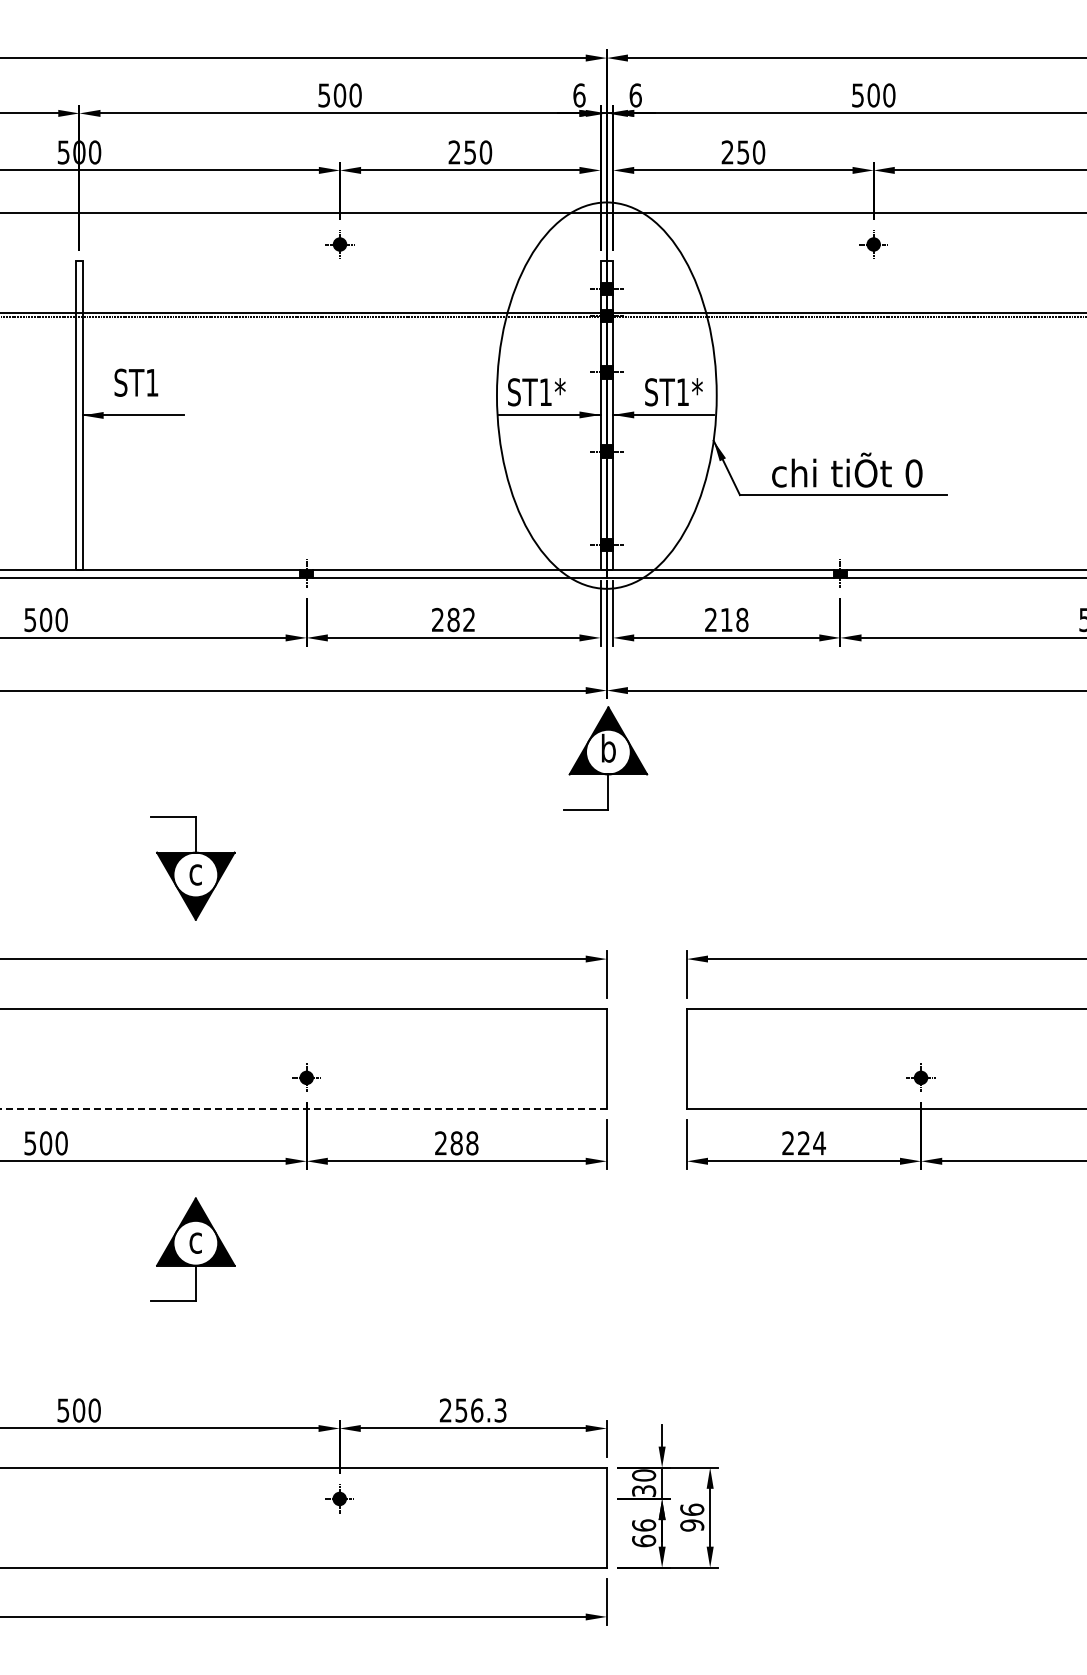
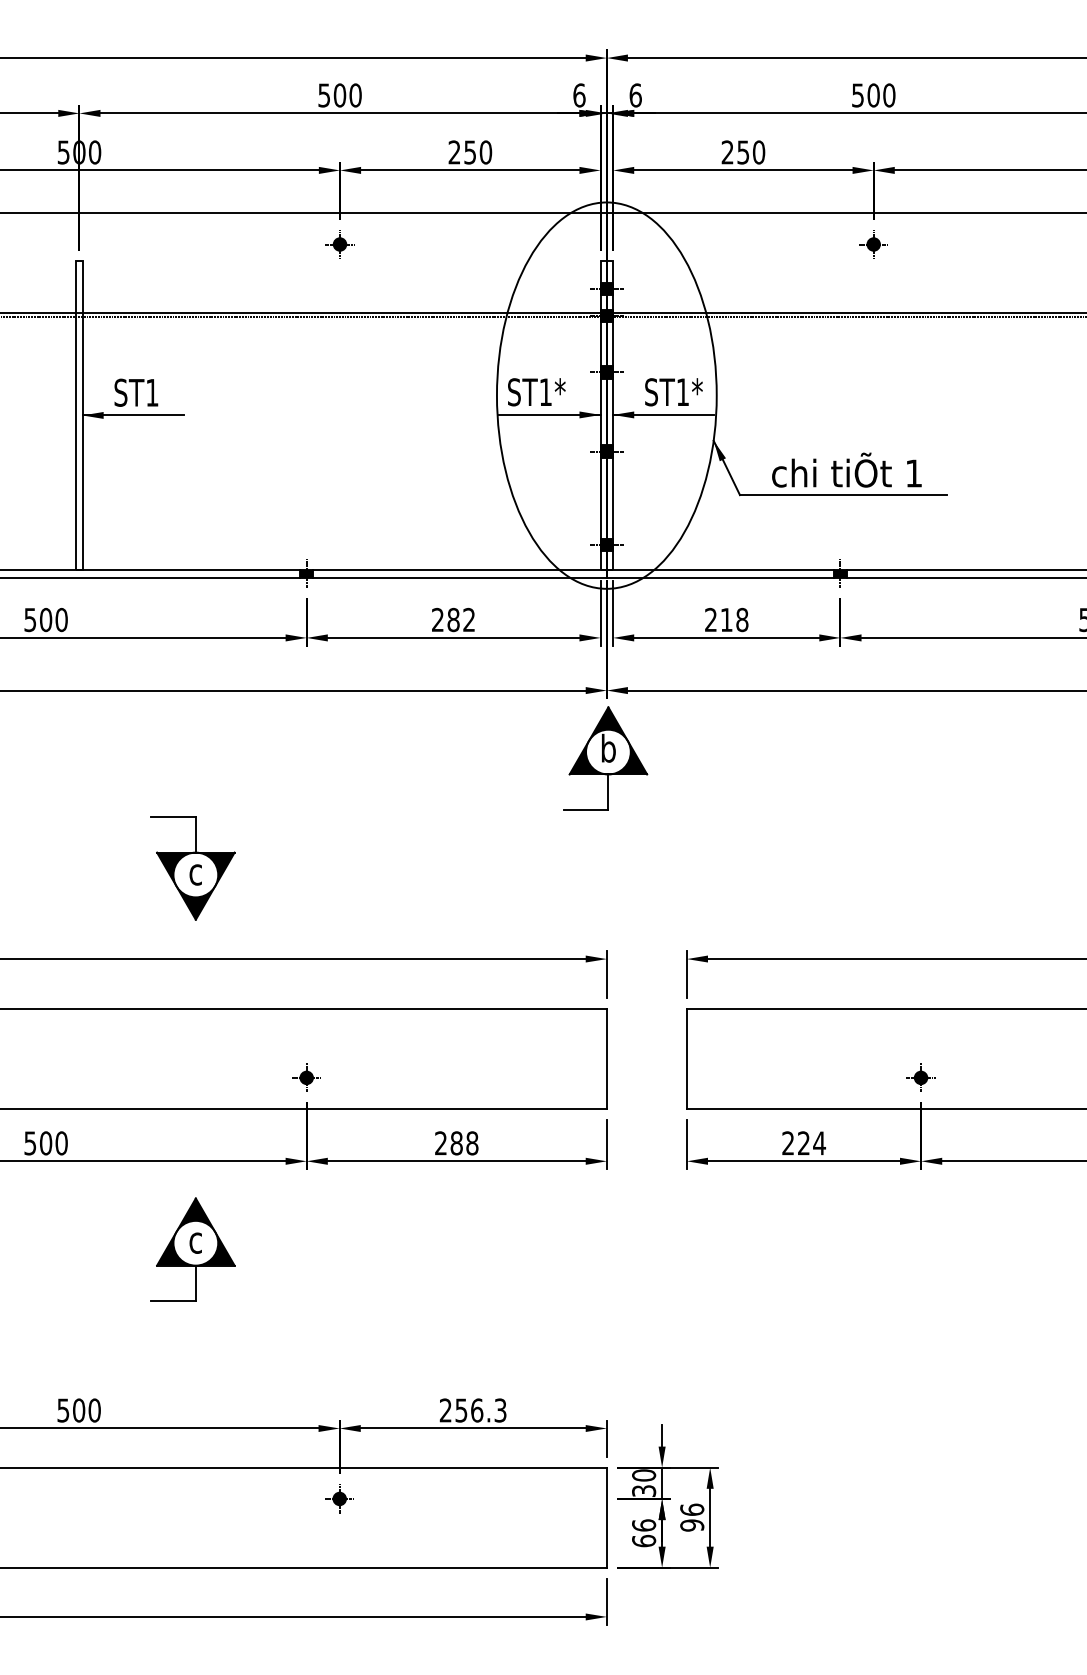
text at (136, 382) position: (136, 382) -> (136, 392)
text at (913, 473): 0 -> 1
line at (303, 1109): dashed -> solid
